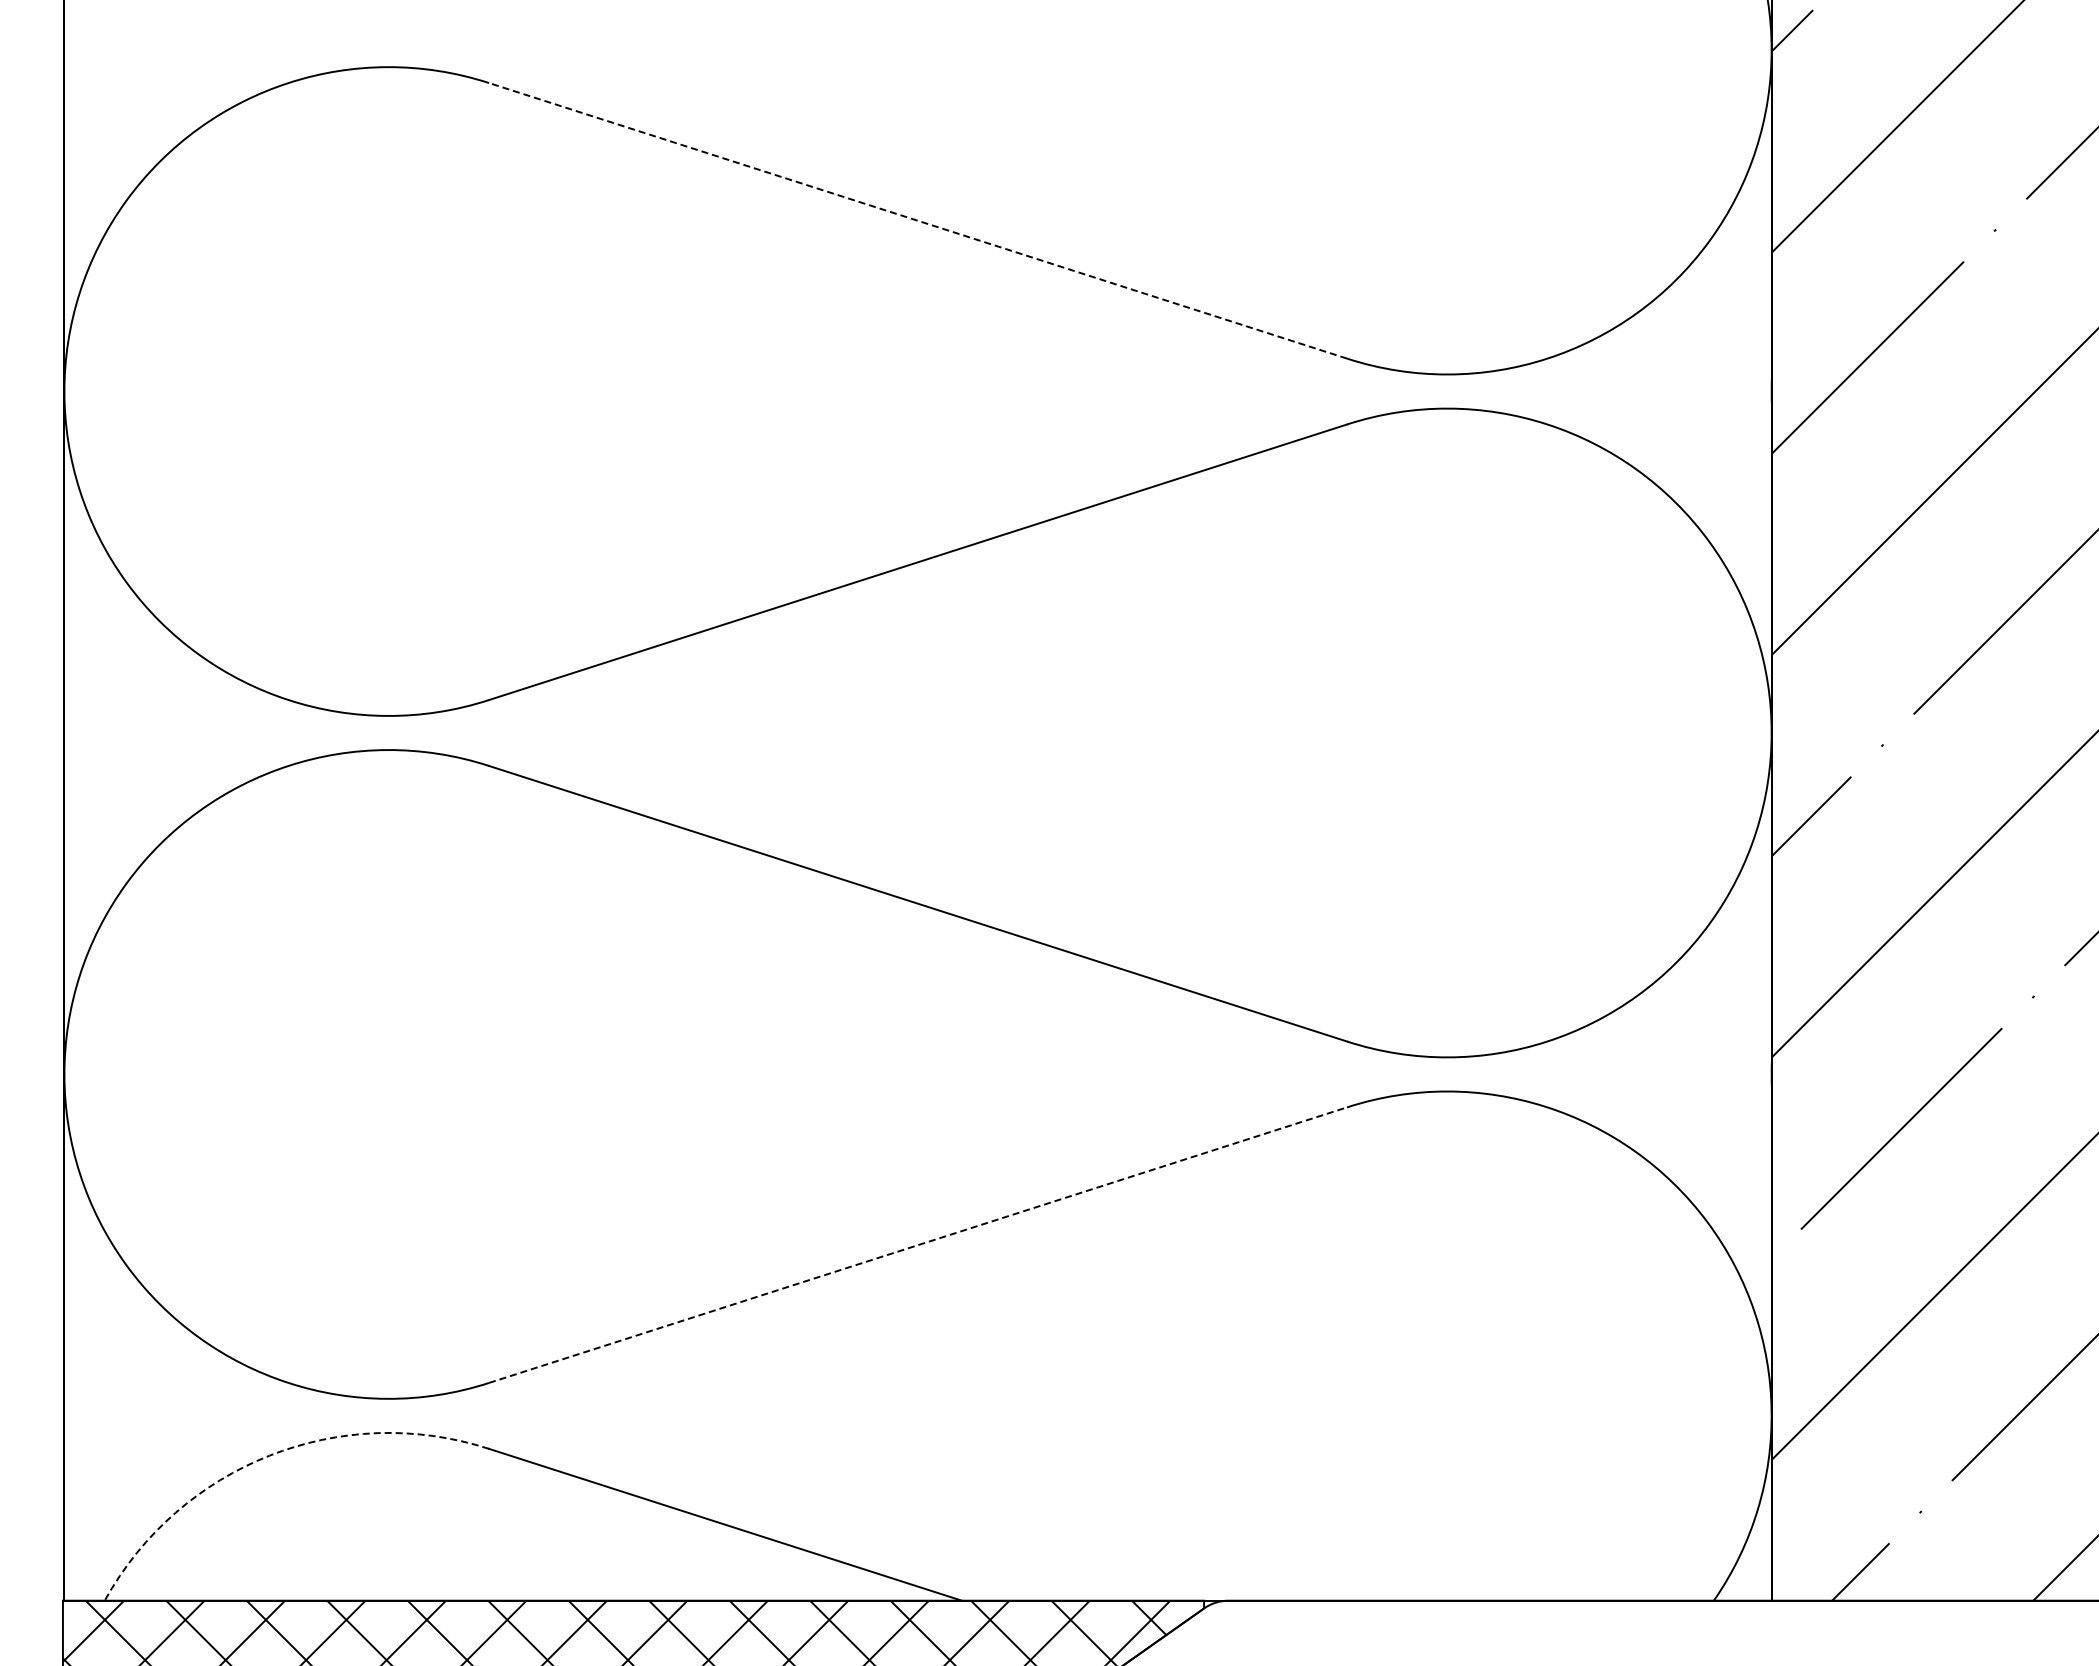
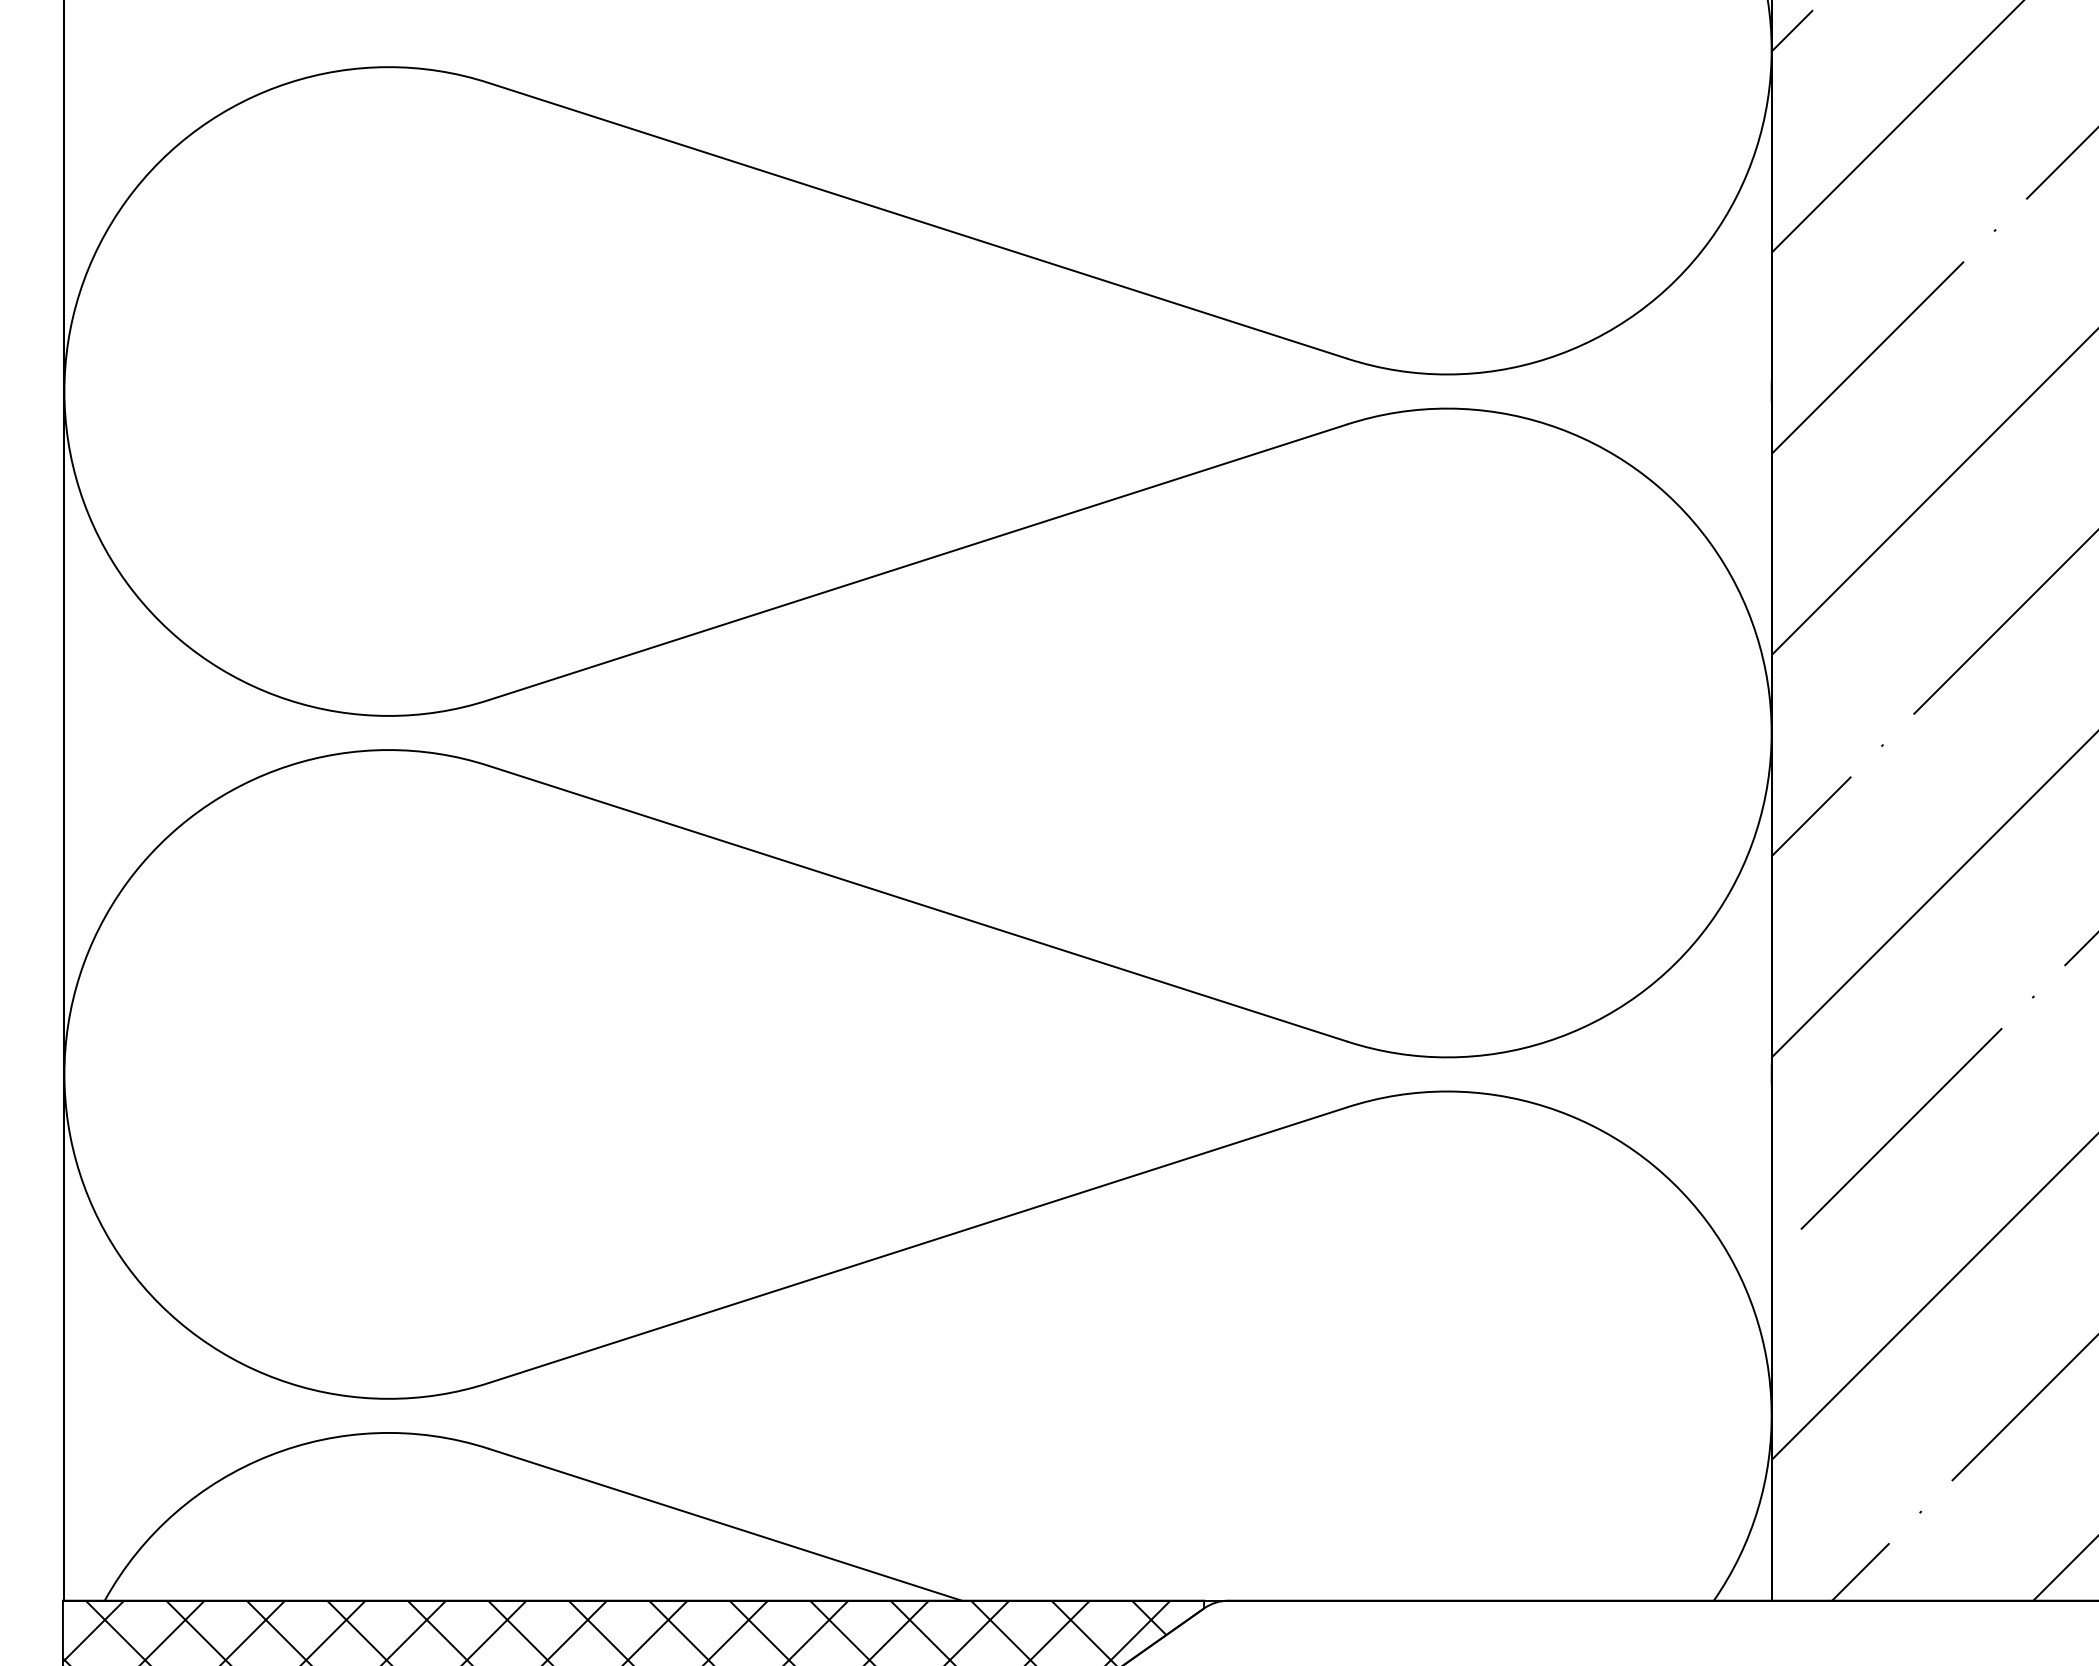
line at (918, 220): dashed -> solid
line at (918, 1245): dashed -> solid
arc at (269, 1455): dashed -> solid
